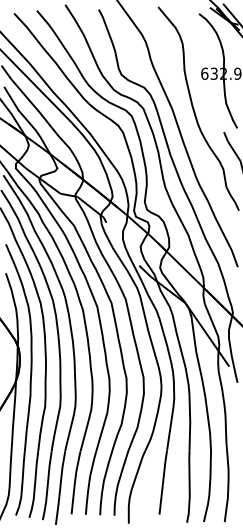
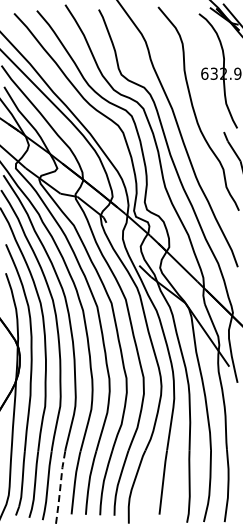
line at (60, 488): solid -> dashed
